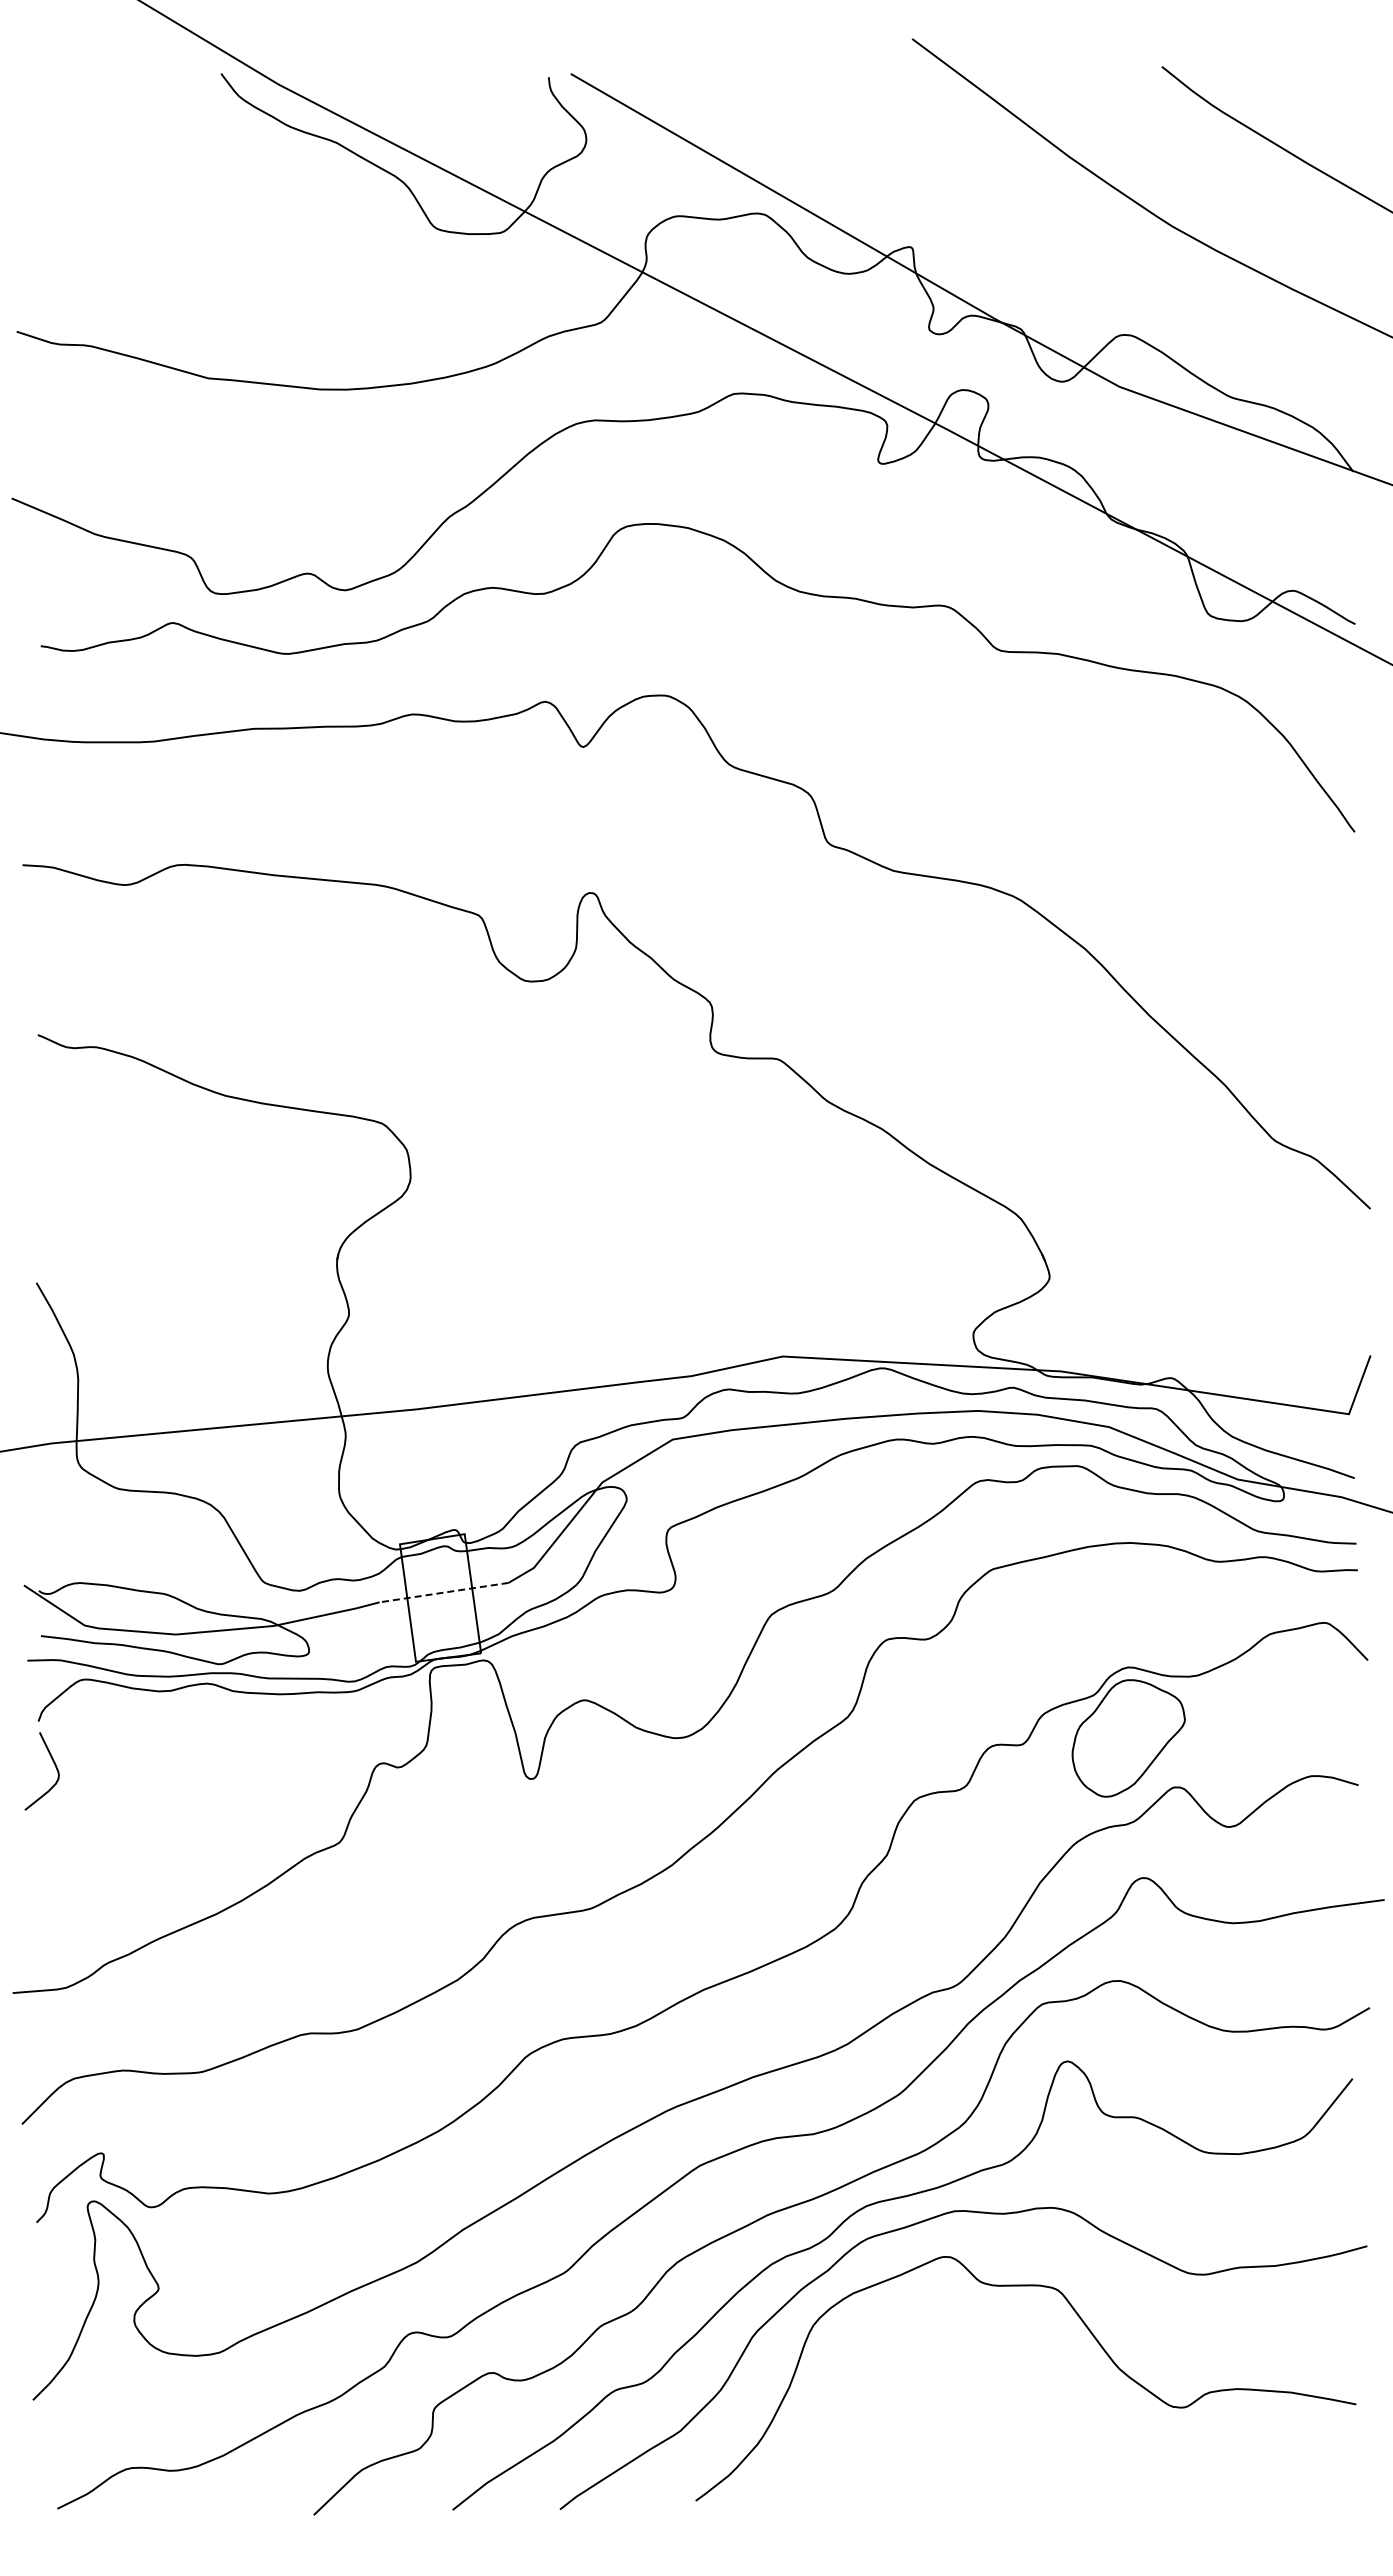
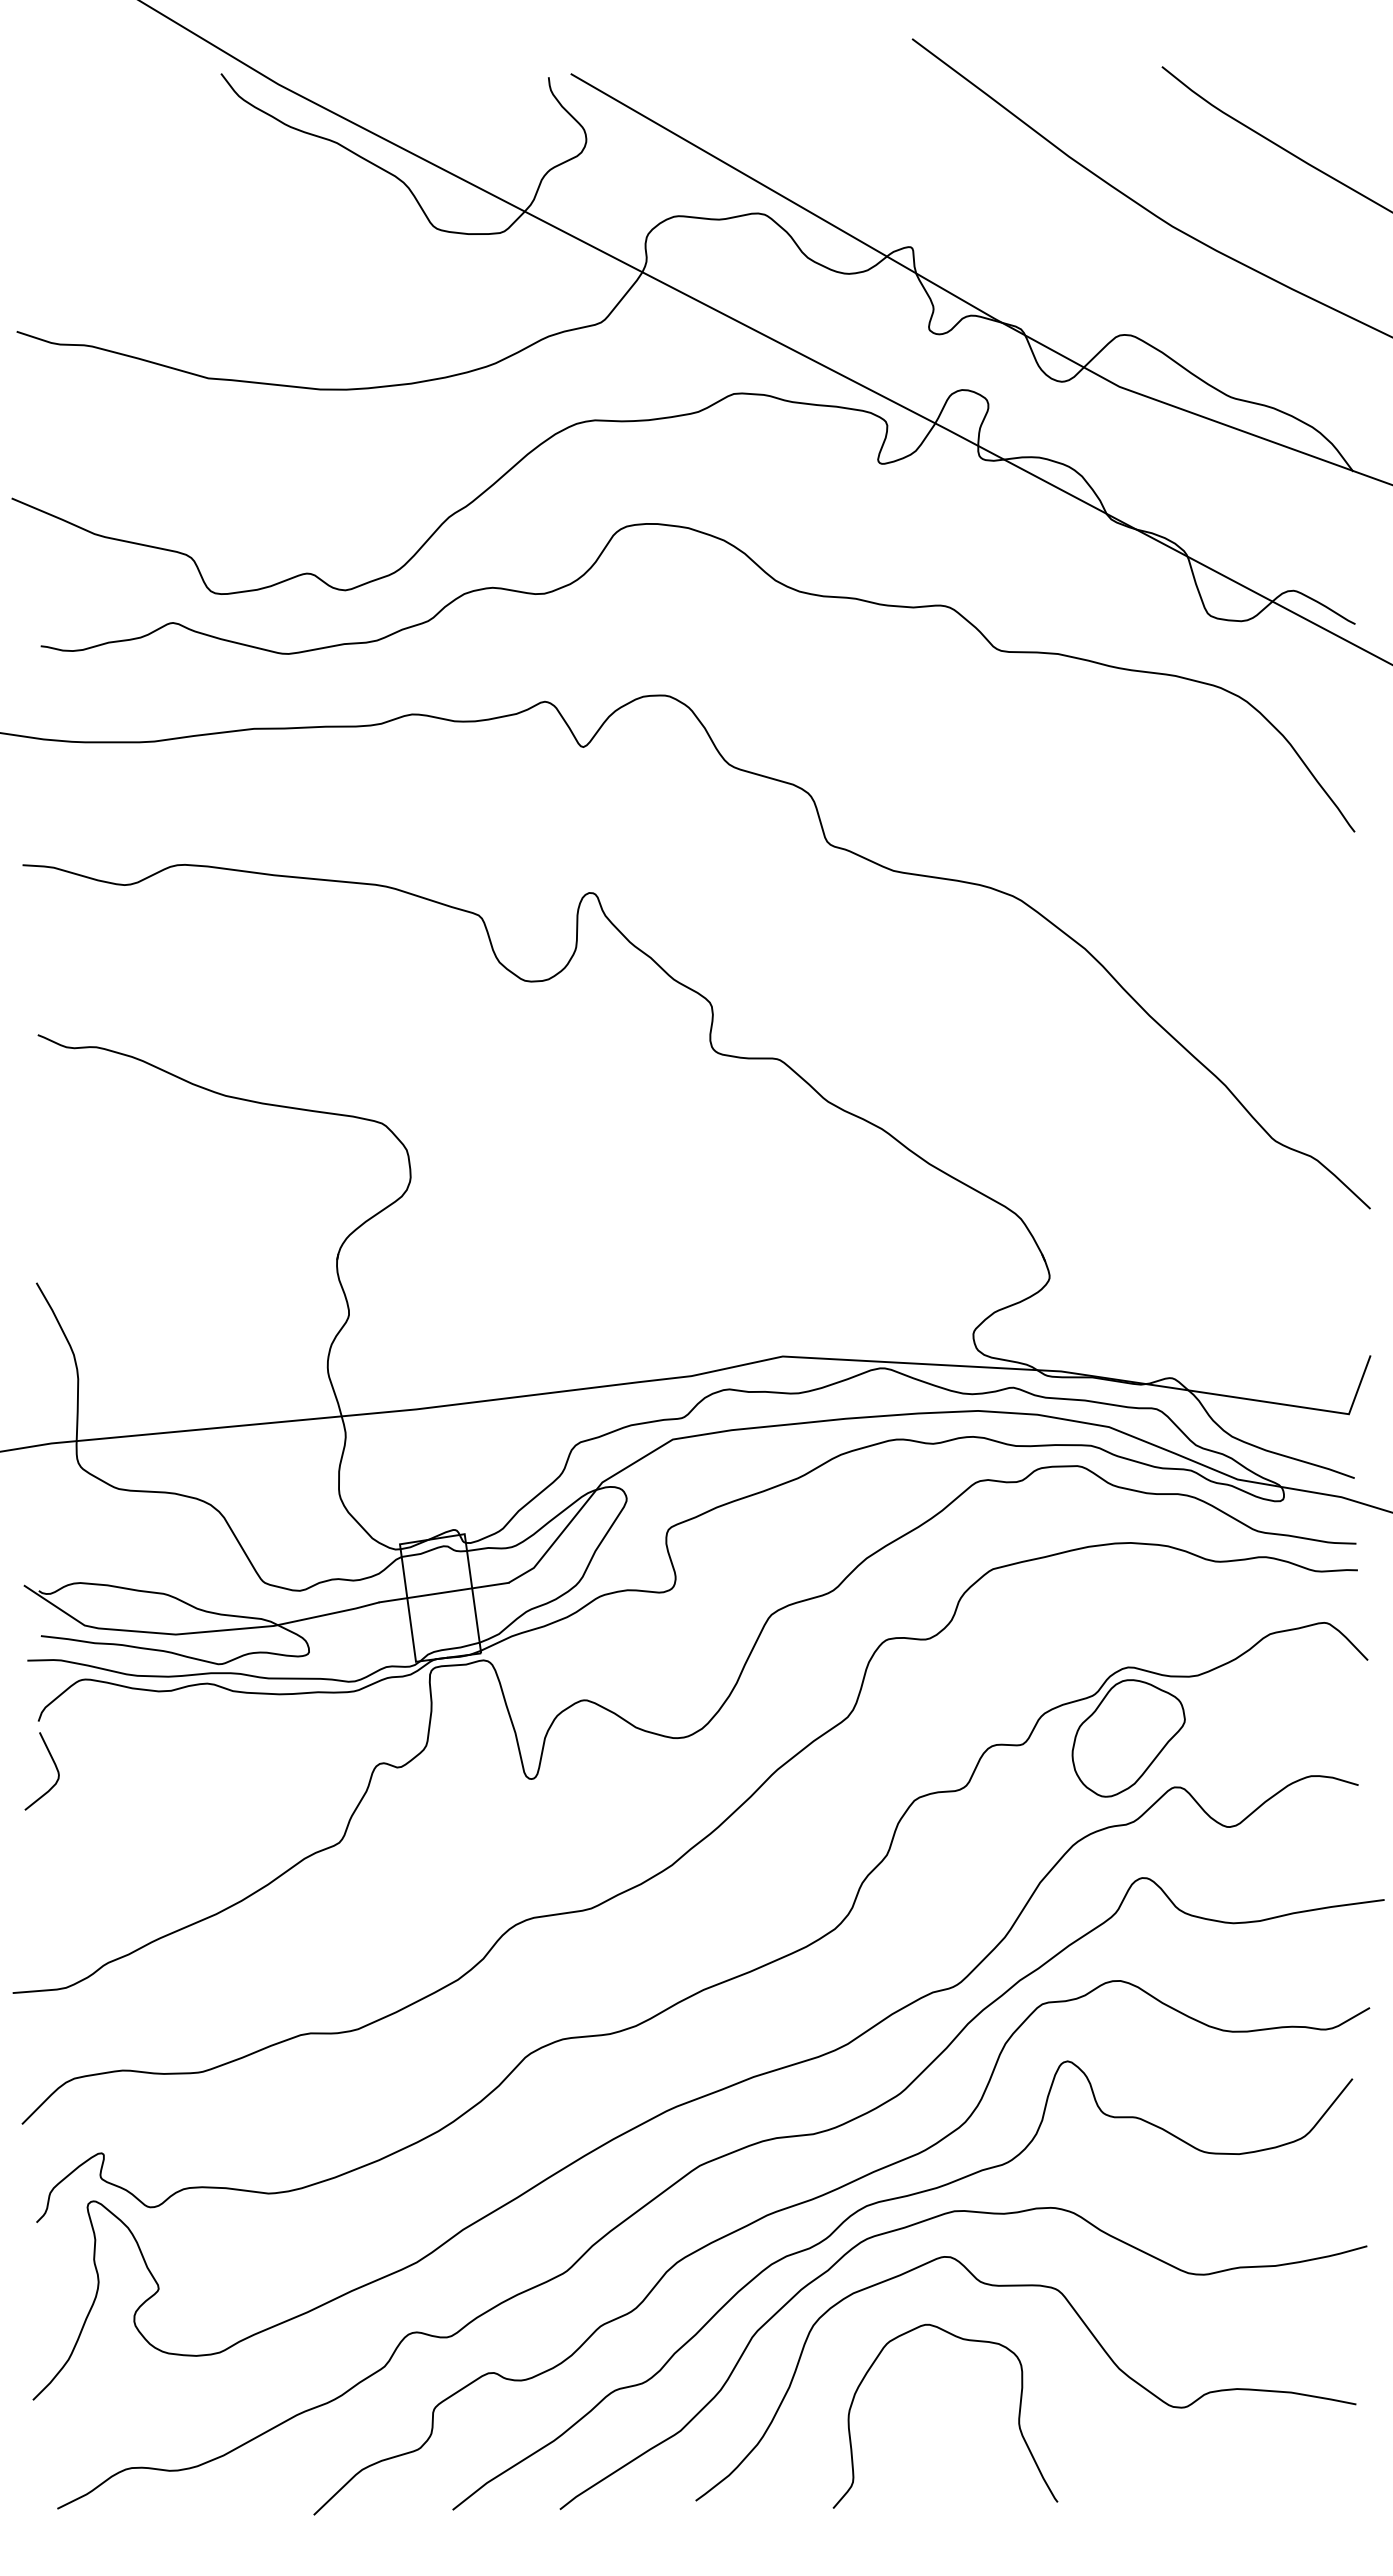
line at (443, 1592): dashed -> solid
curve at (1018, 2415): none -> present
